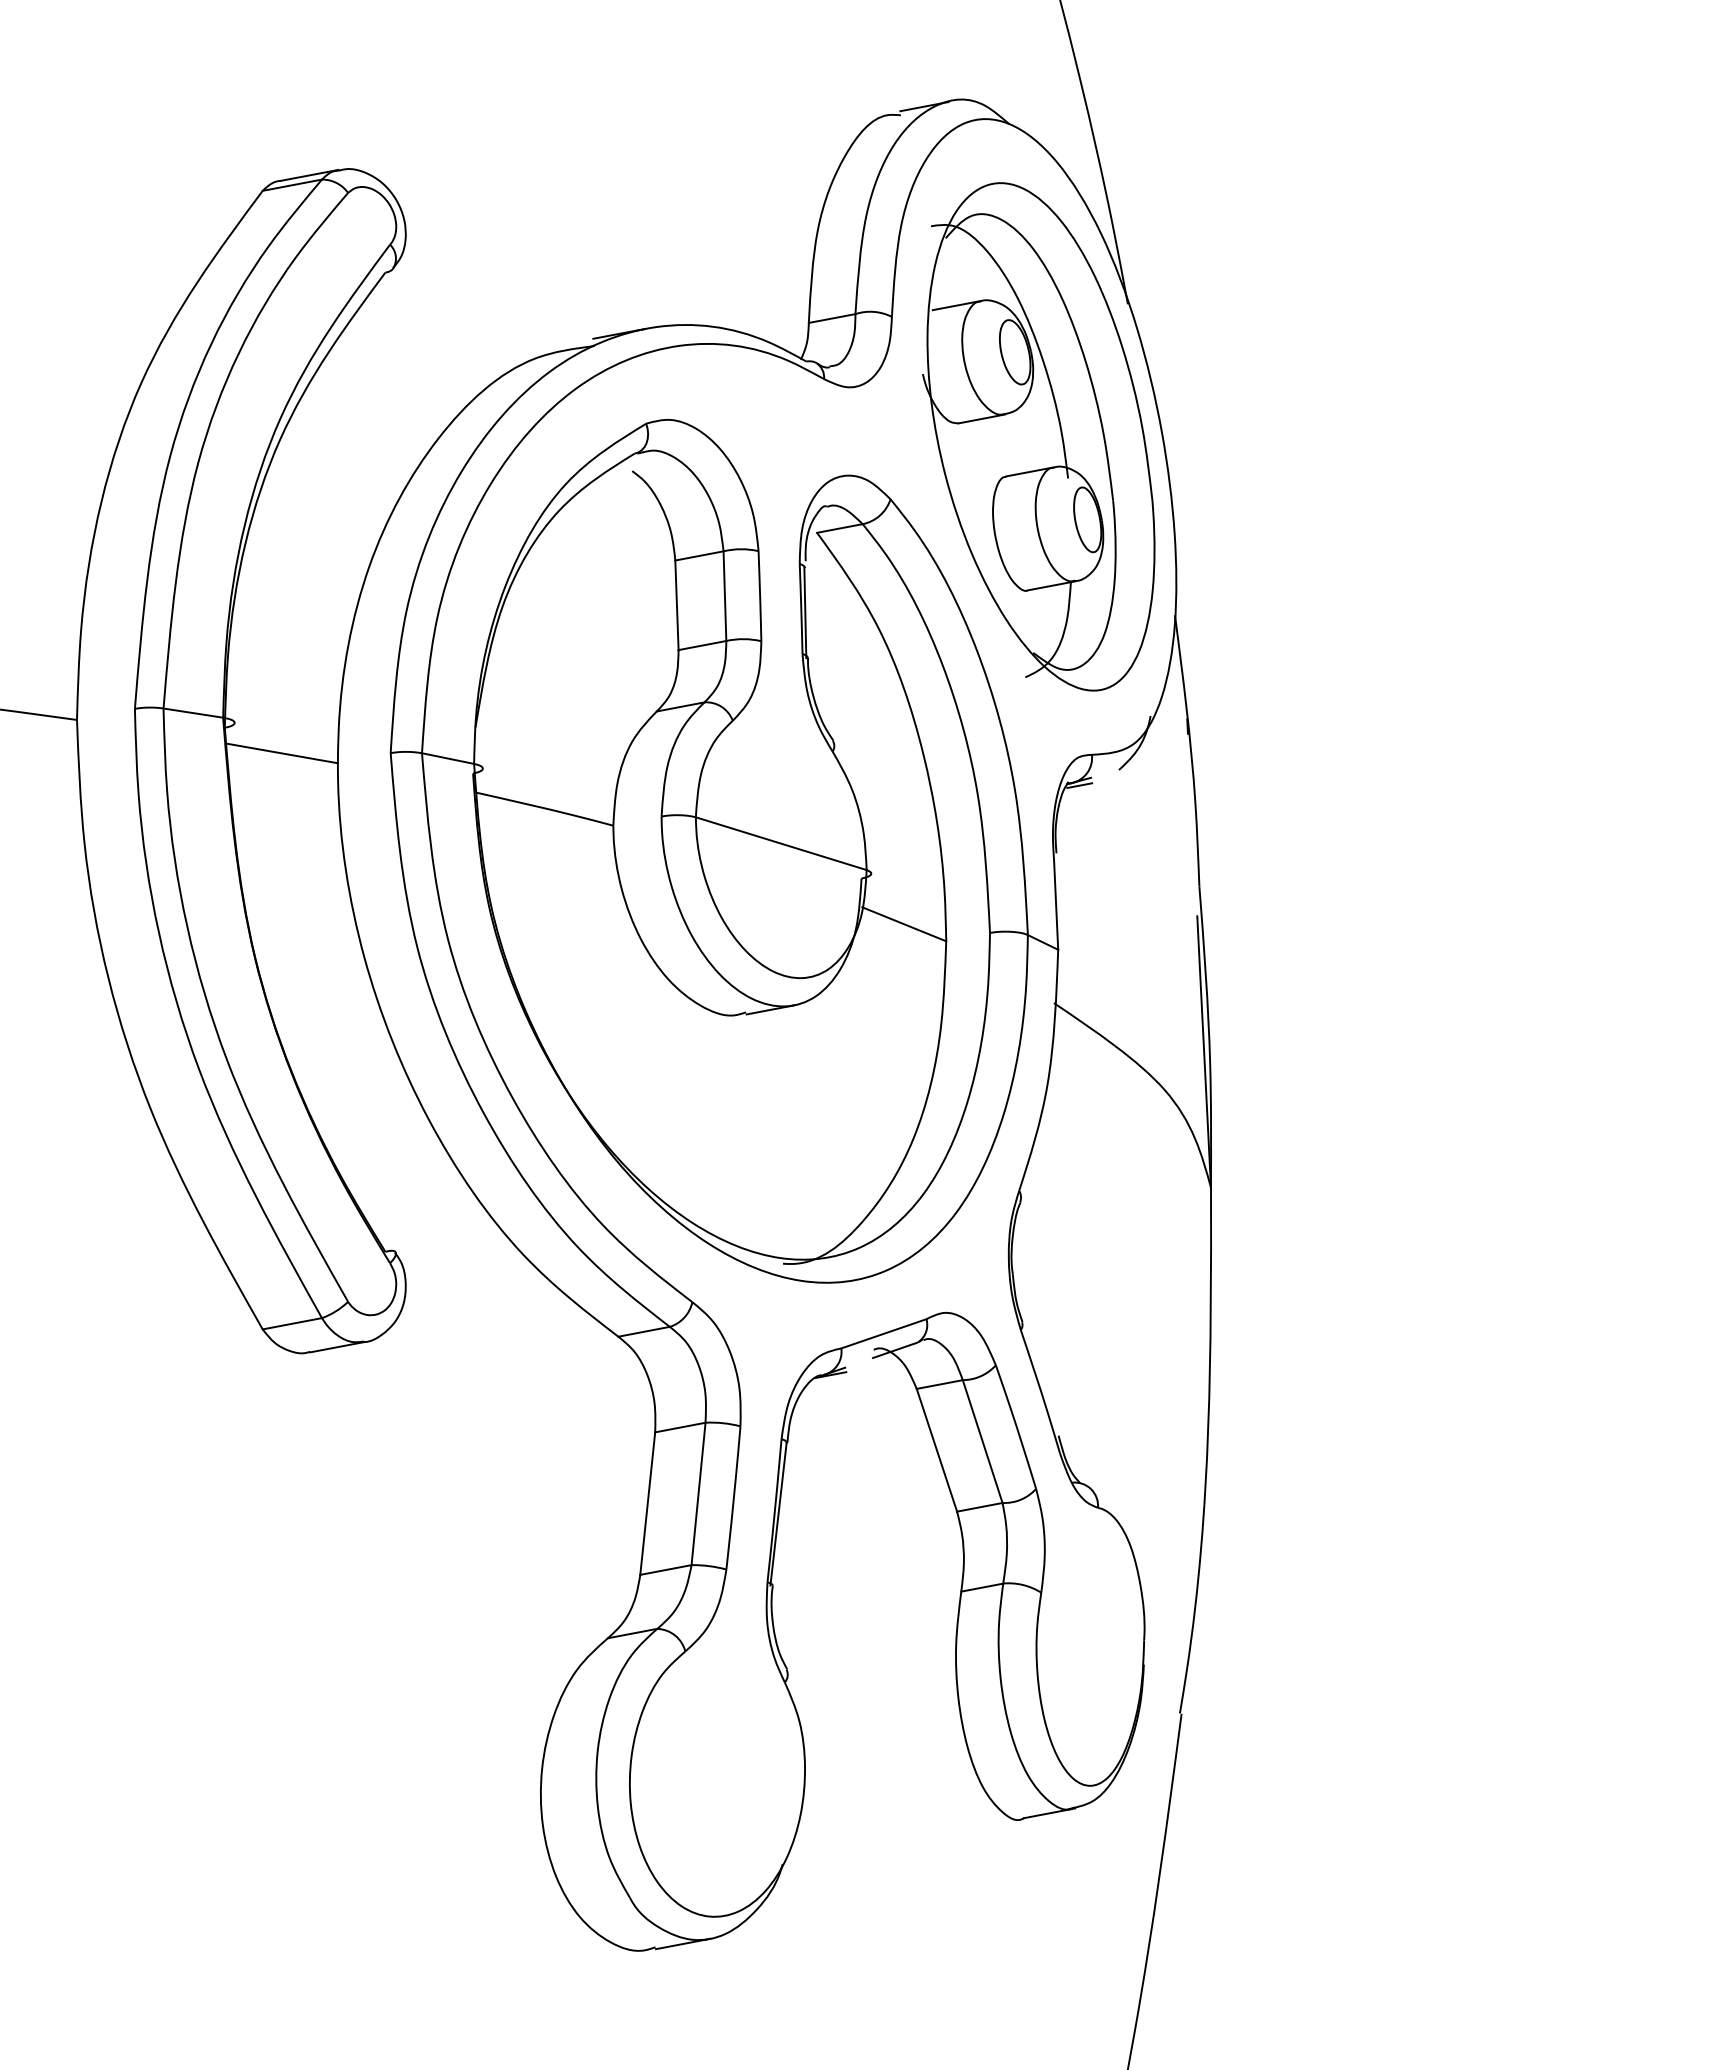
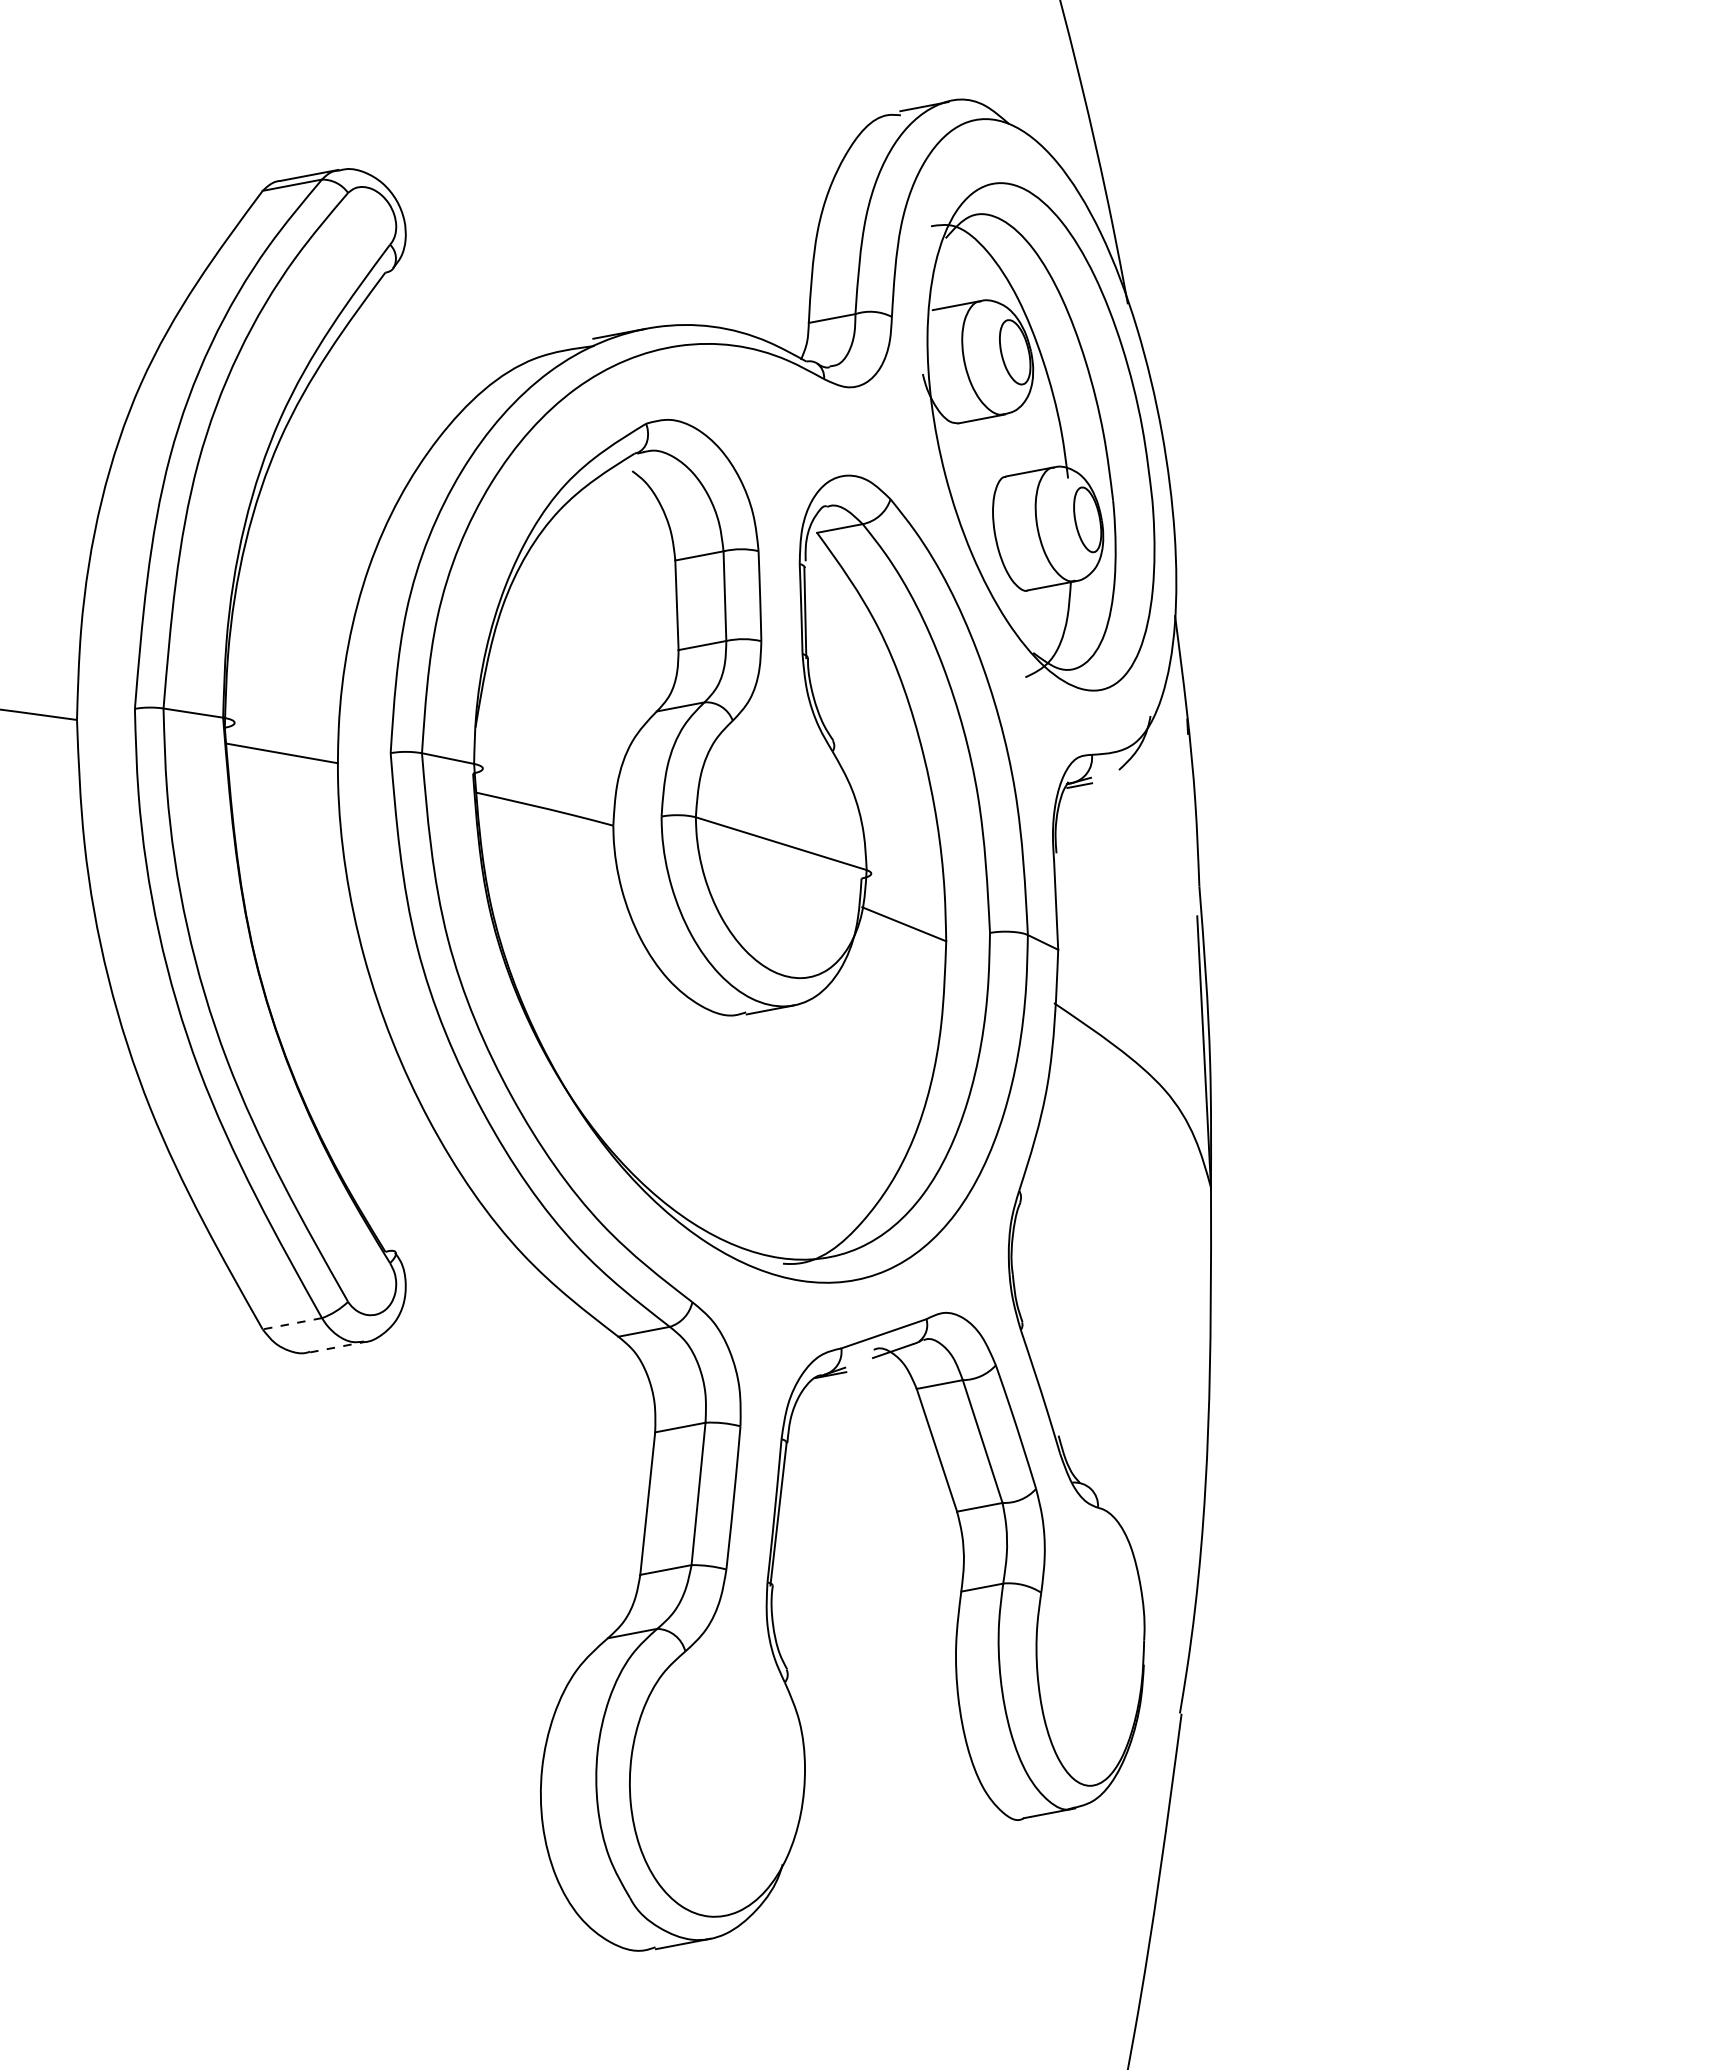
line at (291, 1323): solid -> dashed
line at (337, 1347): solid -> dashed
